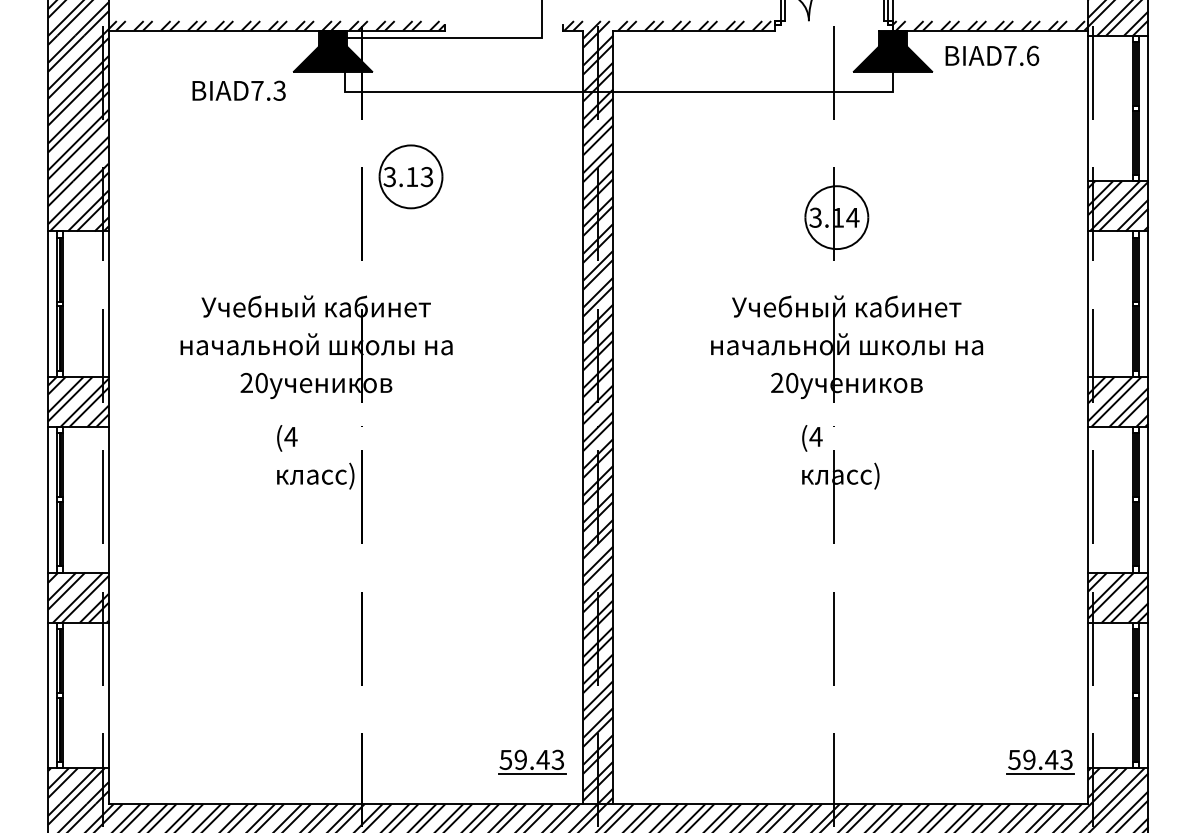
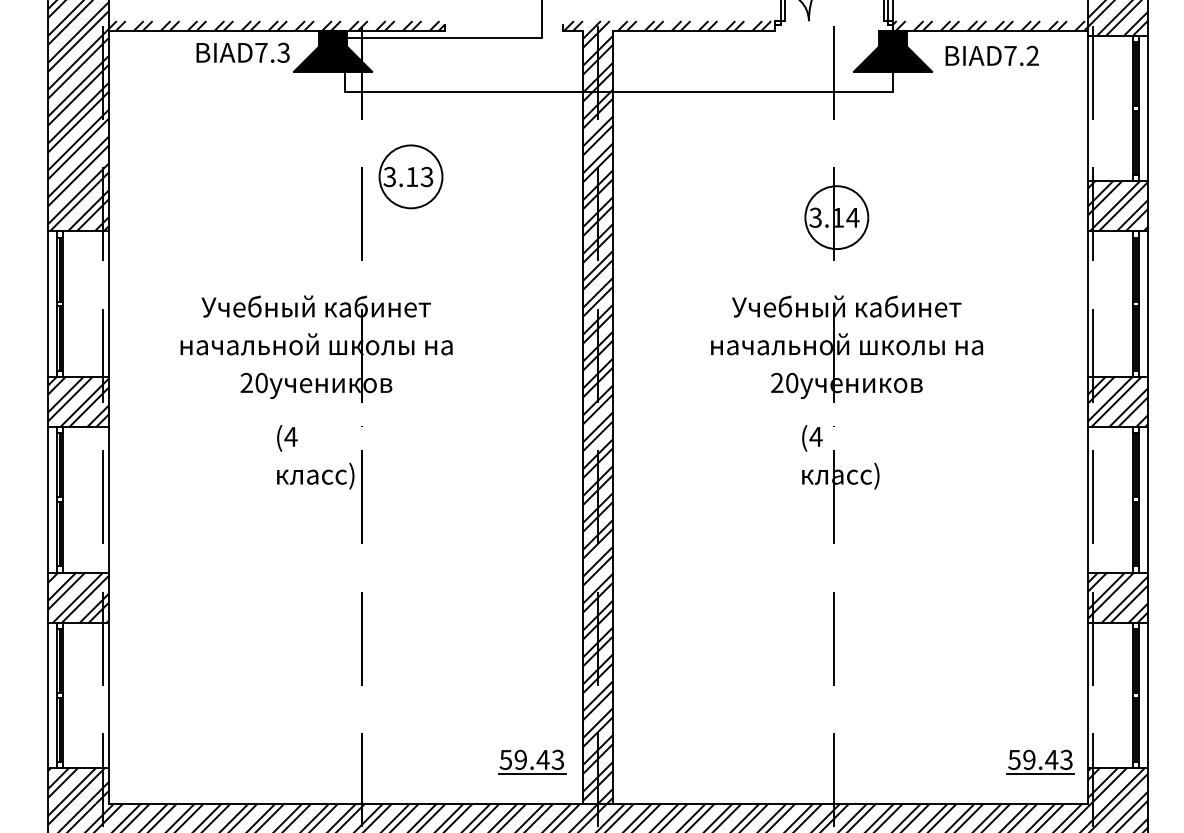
text at (1032, 55): BIAD7.6 -> BIAD7.2
text at (238, 90) position: (238, 90) -> (242, 52)
